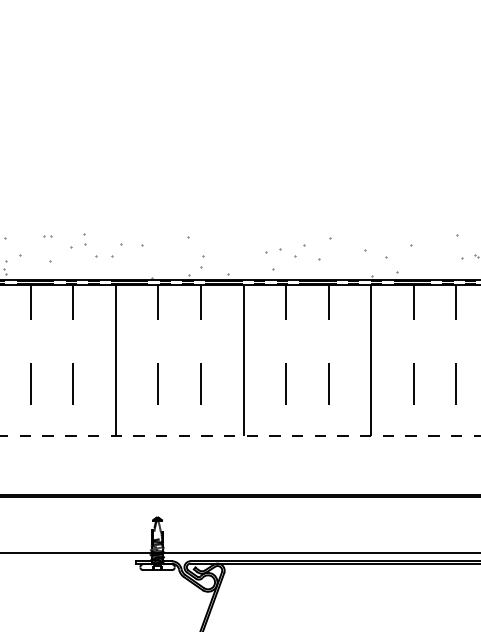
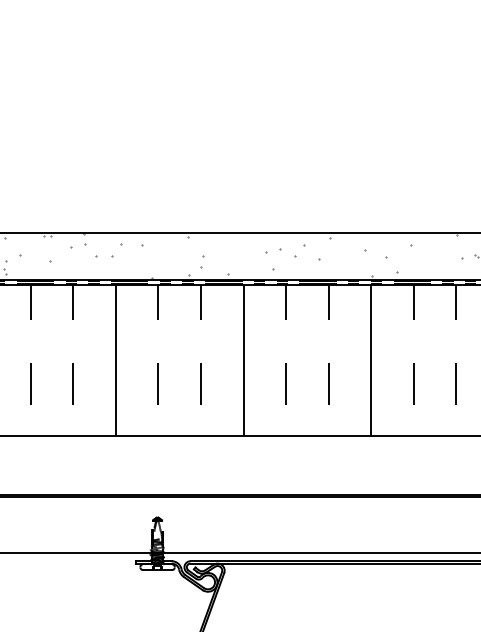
line at (239, 233): none -> present
line at (240, 436): dashed -> solid
